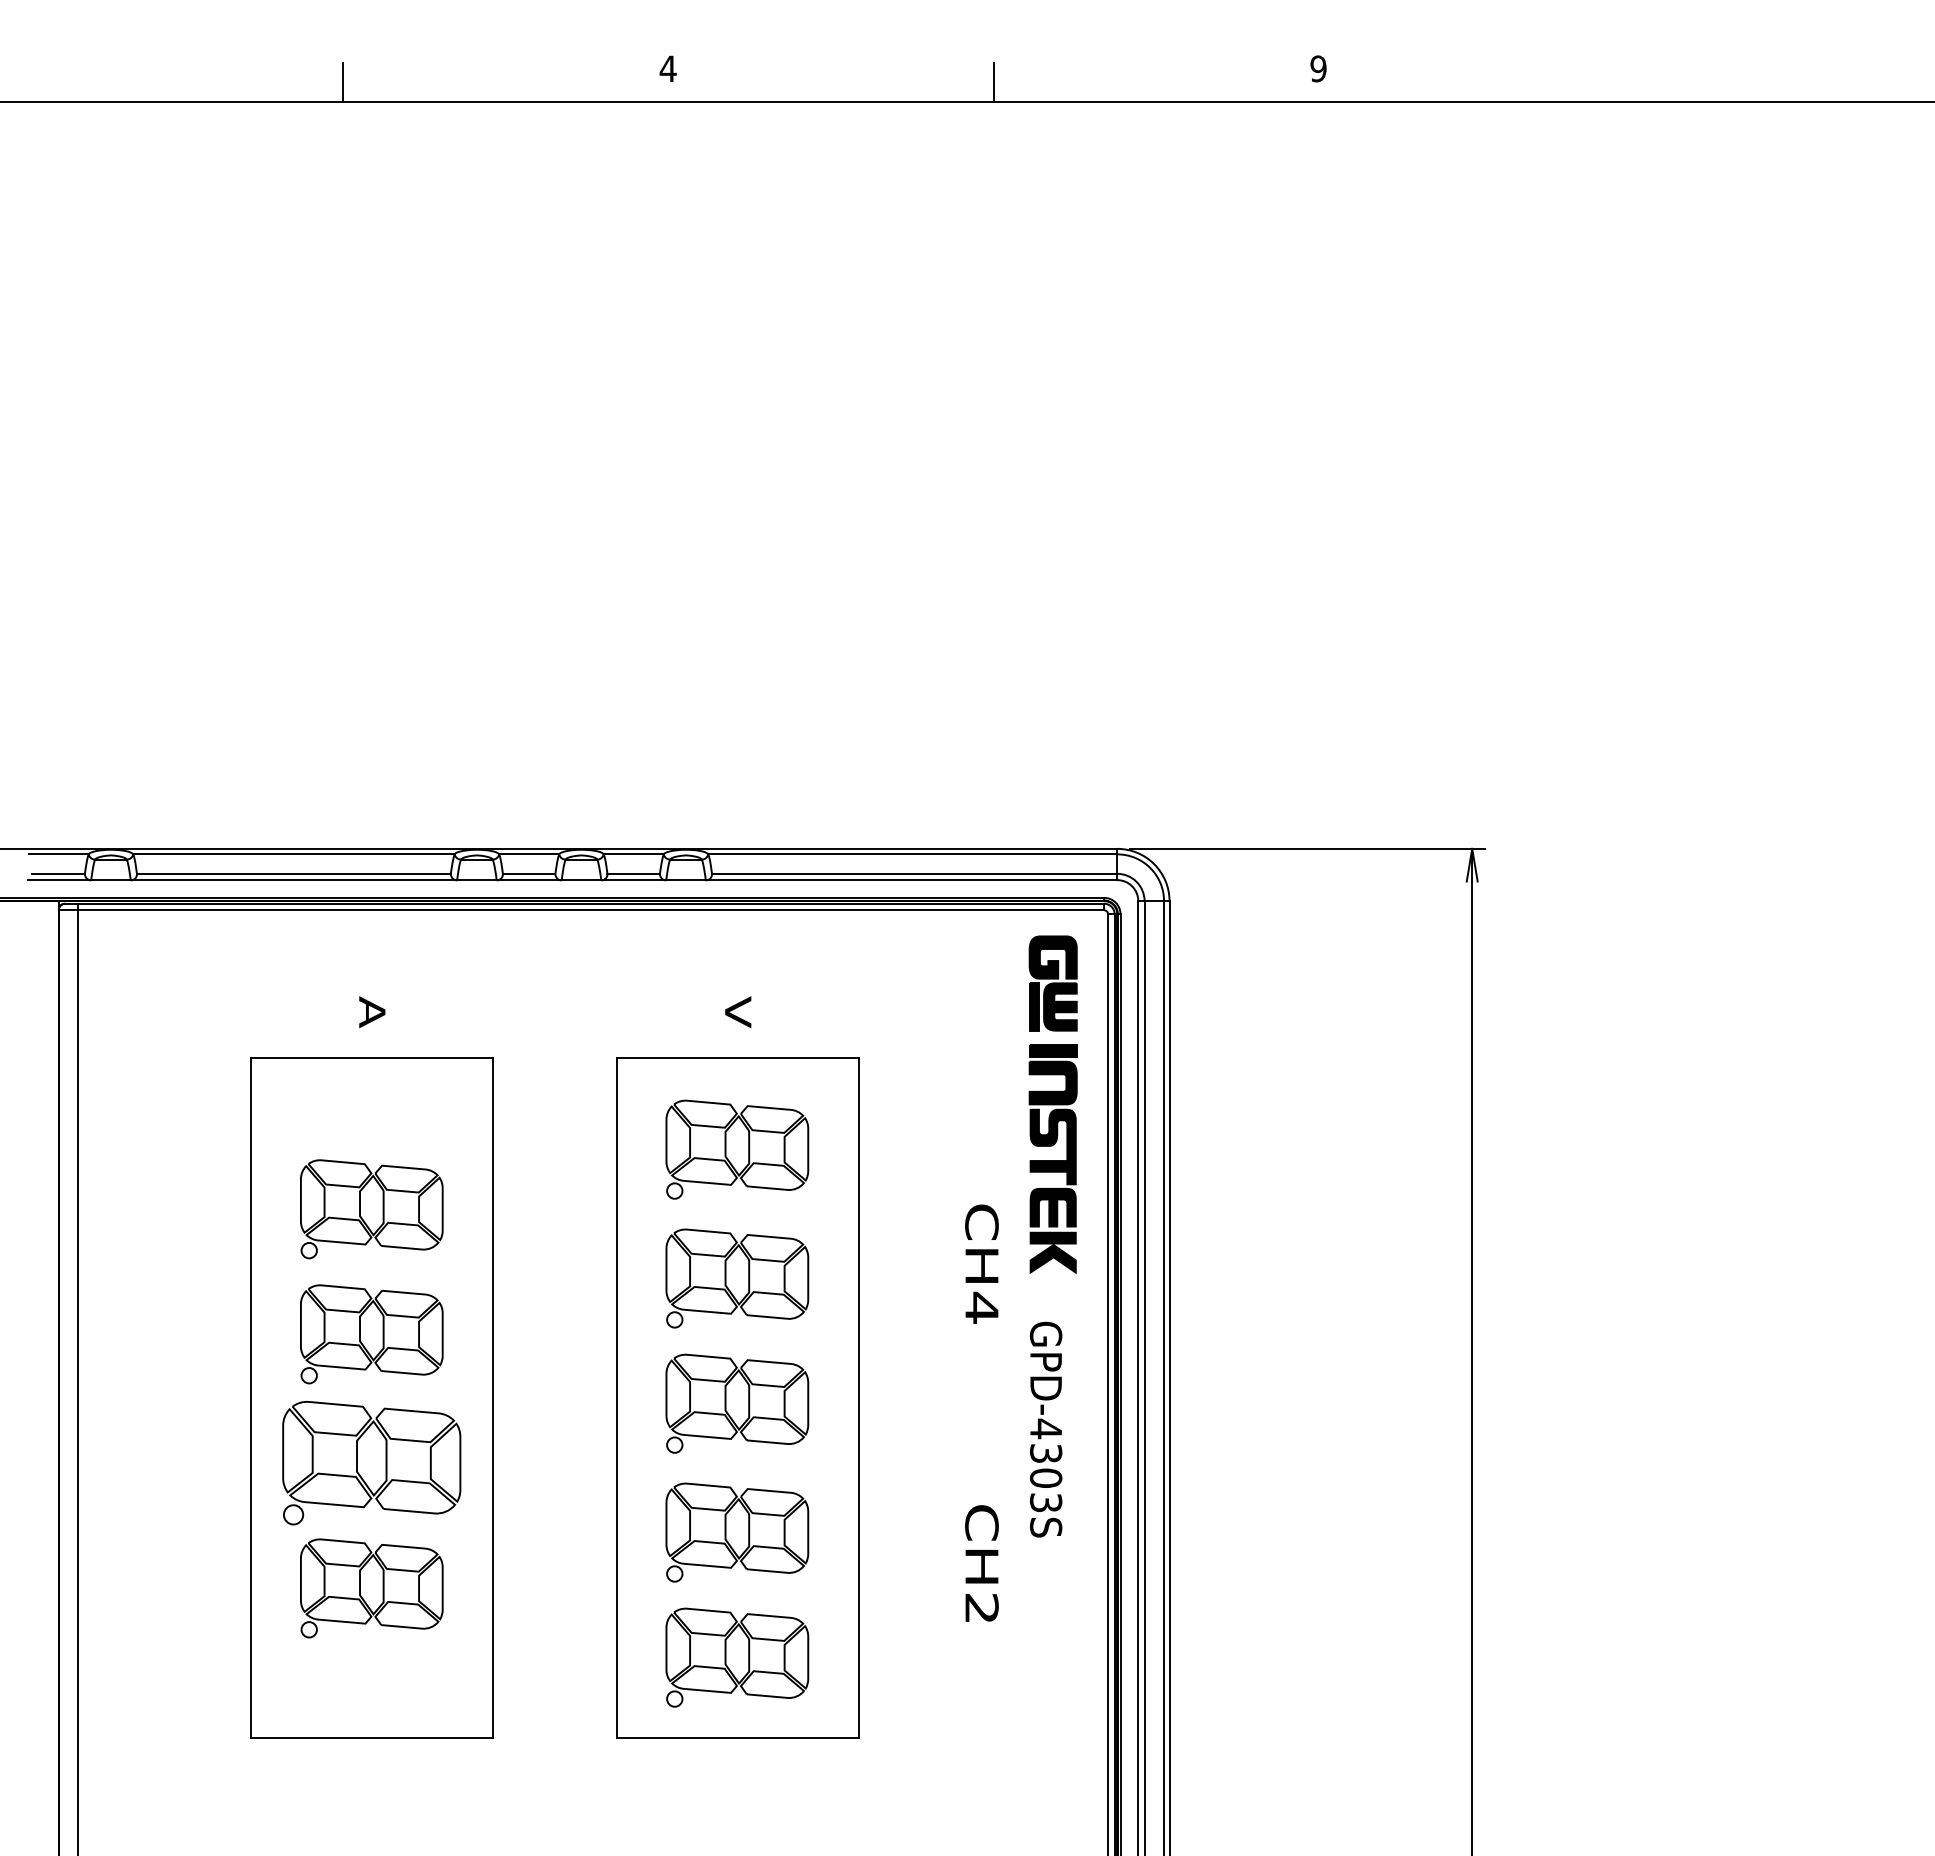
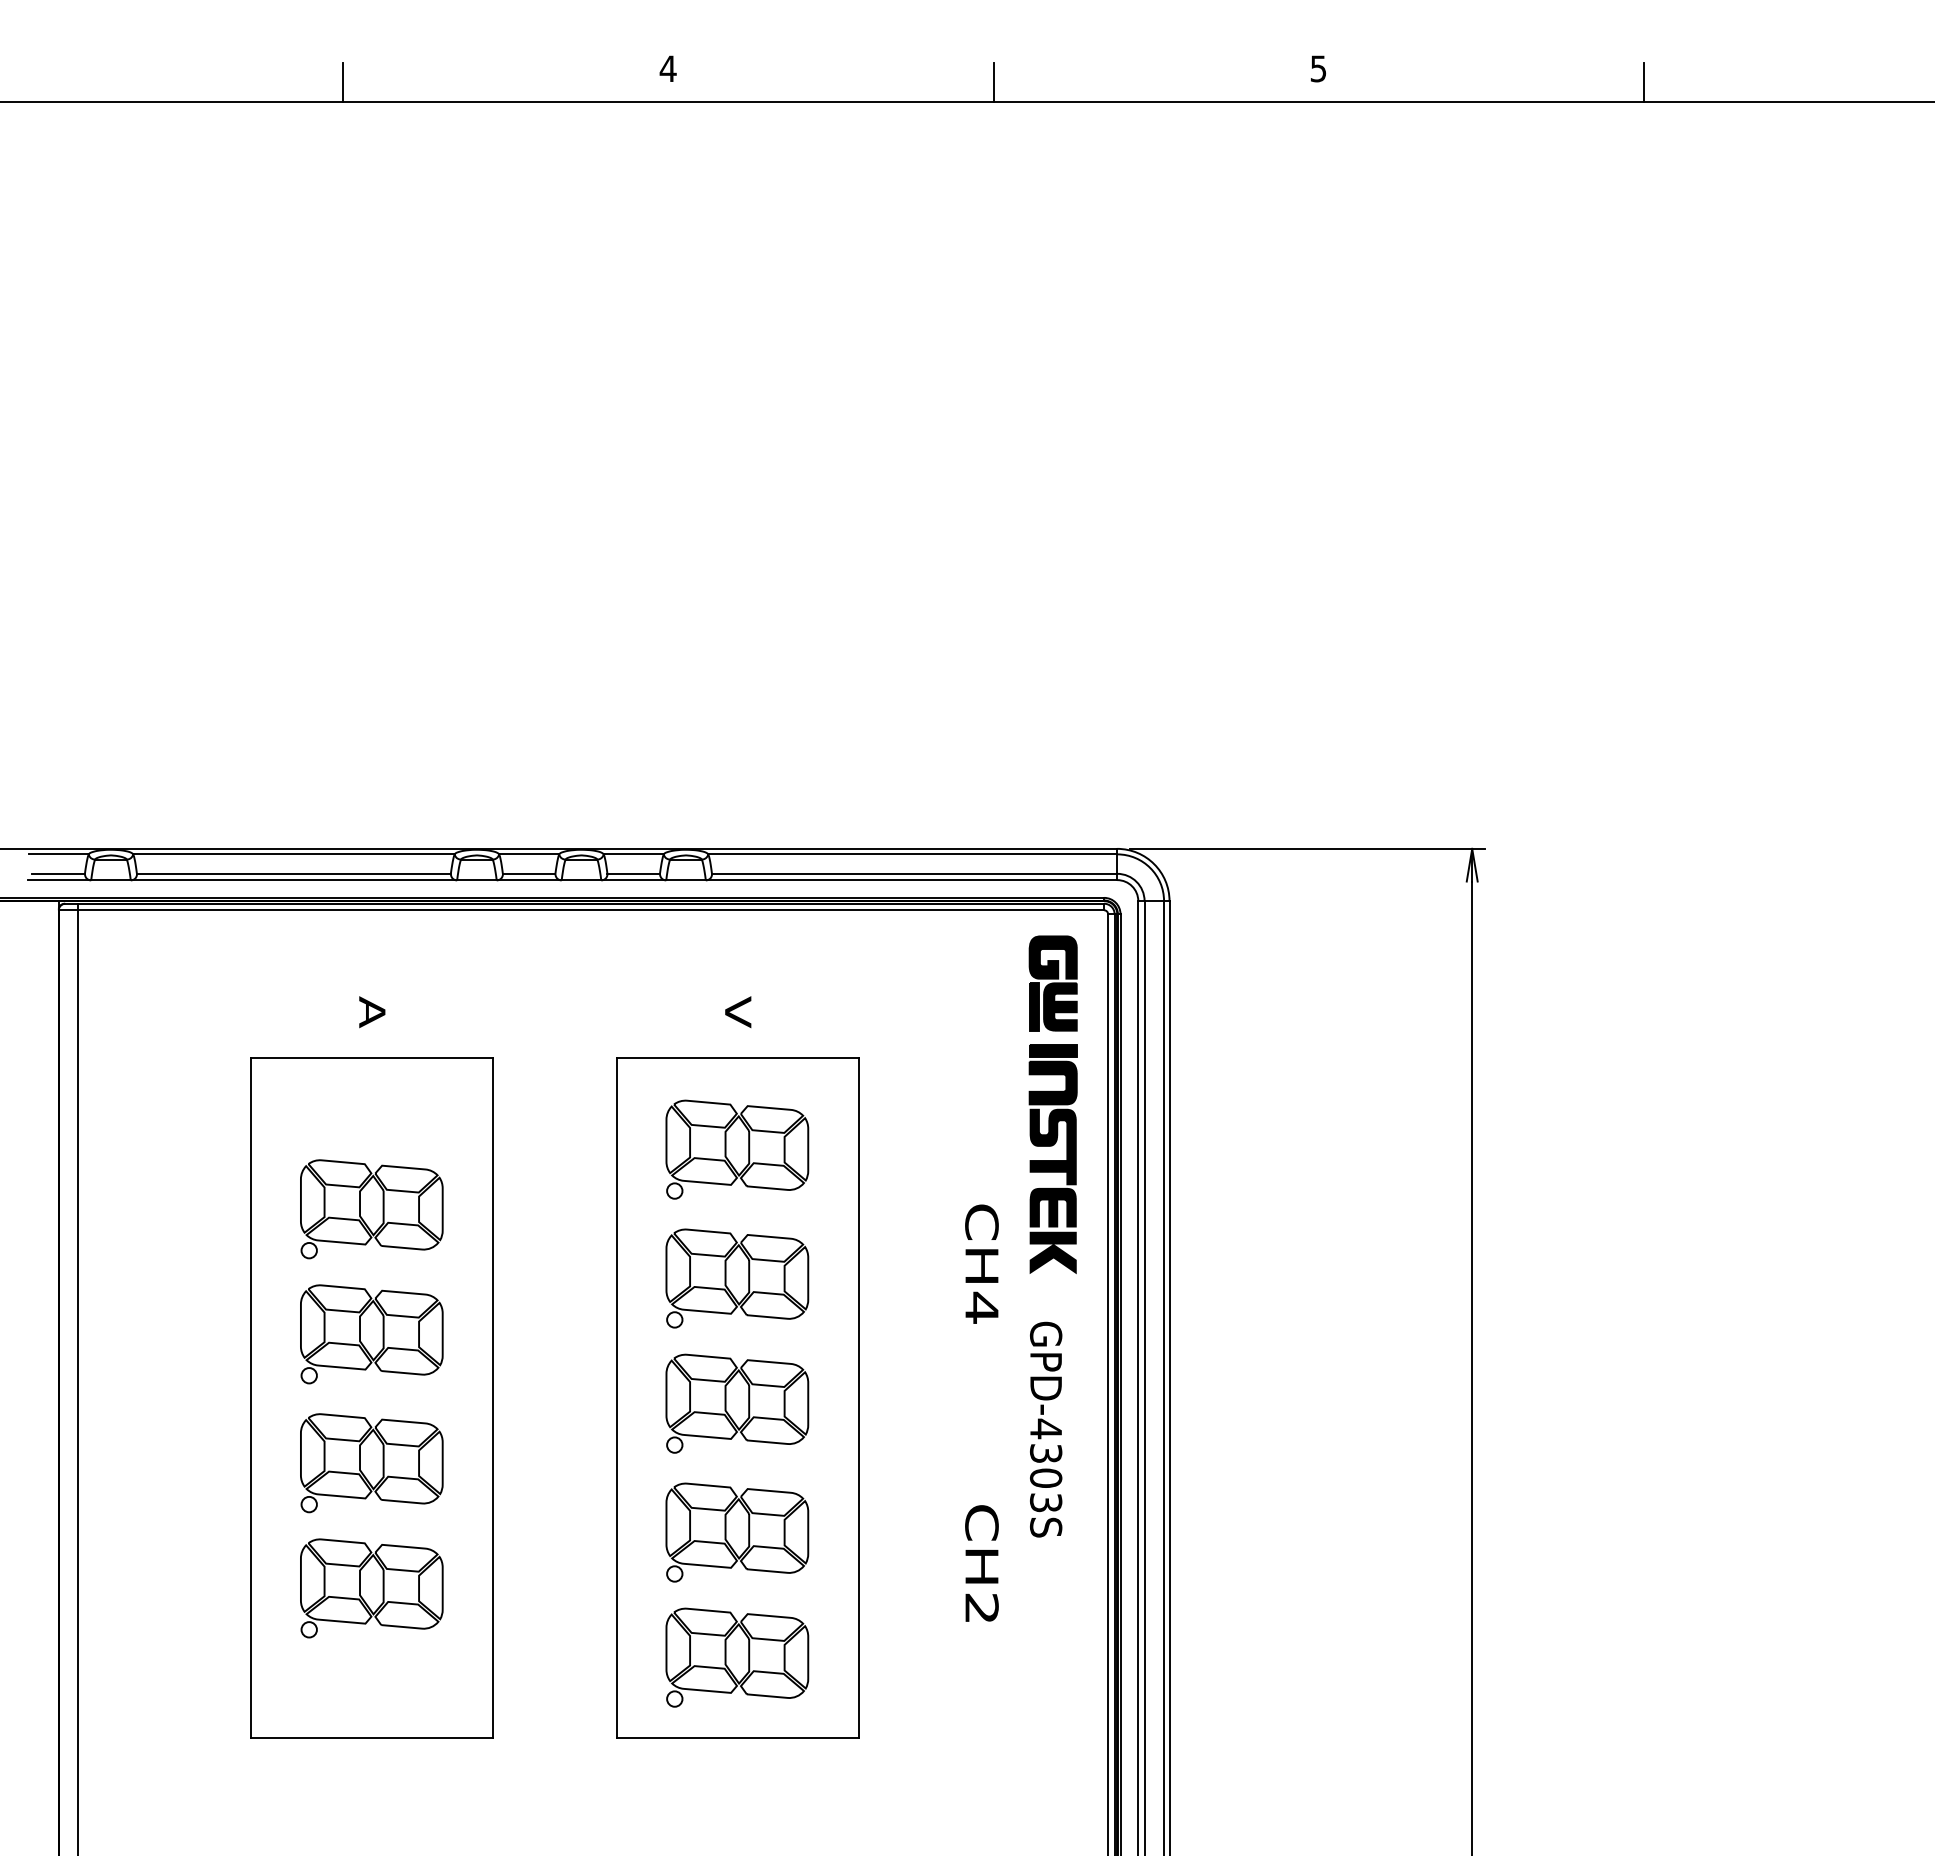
text at (1318, 68): 9 -> 5
line at (1643, 82): none -> present
part at (371, 1462) size: 180x126 px -> 144x101 px
